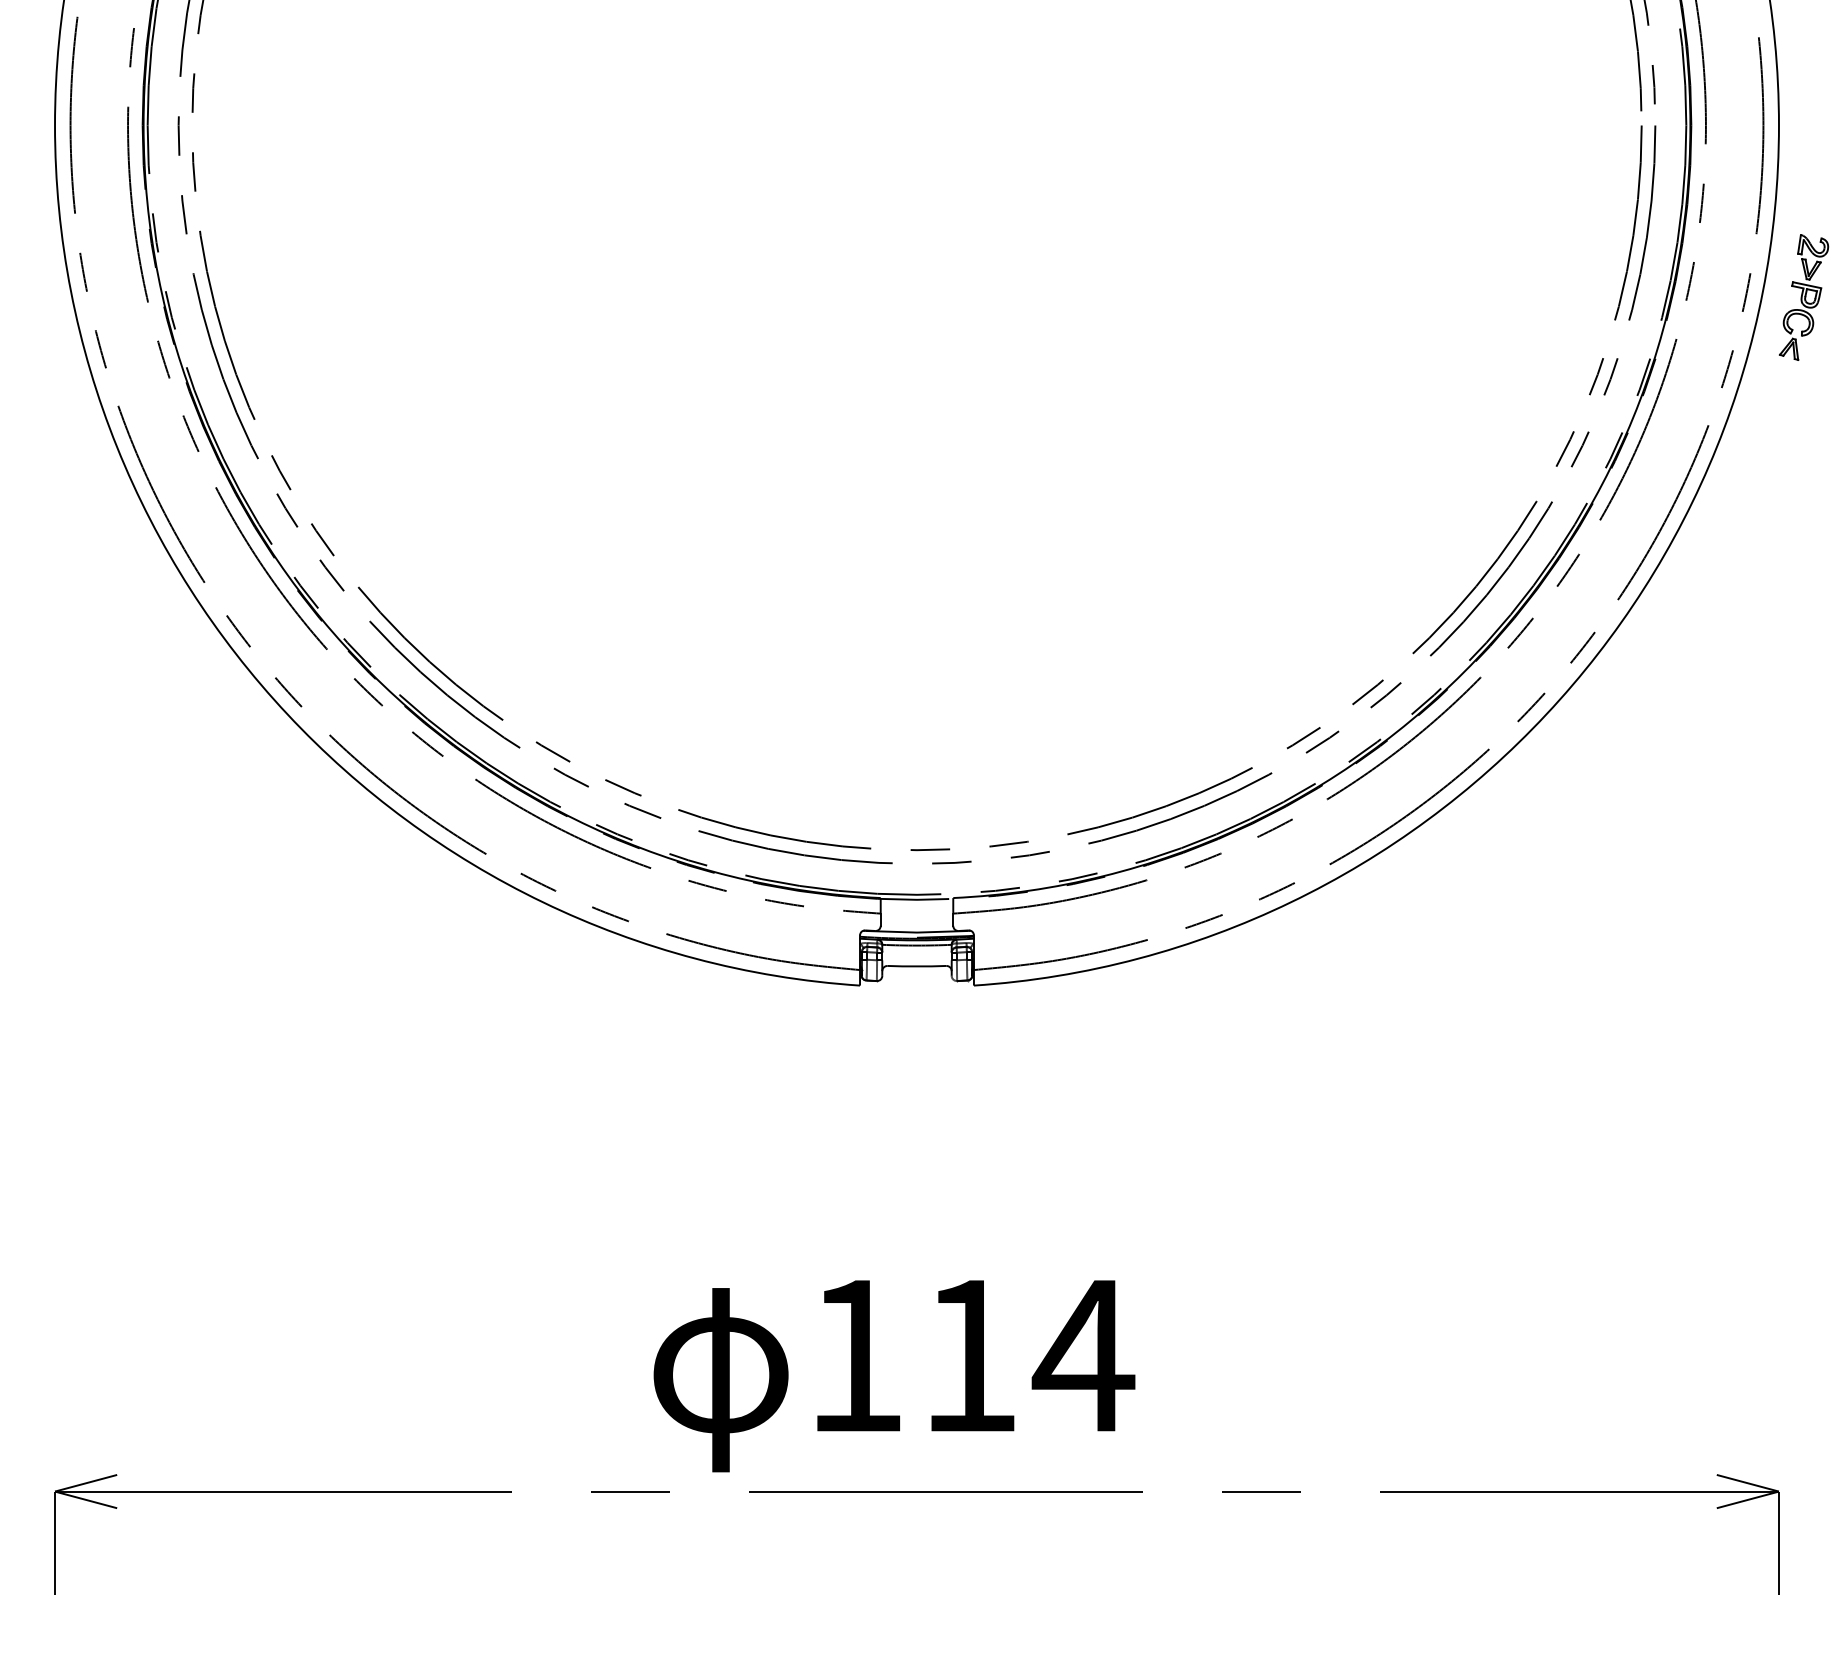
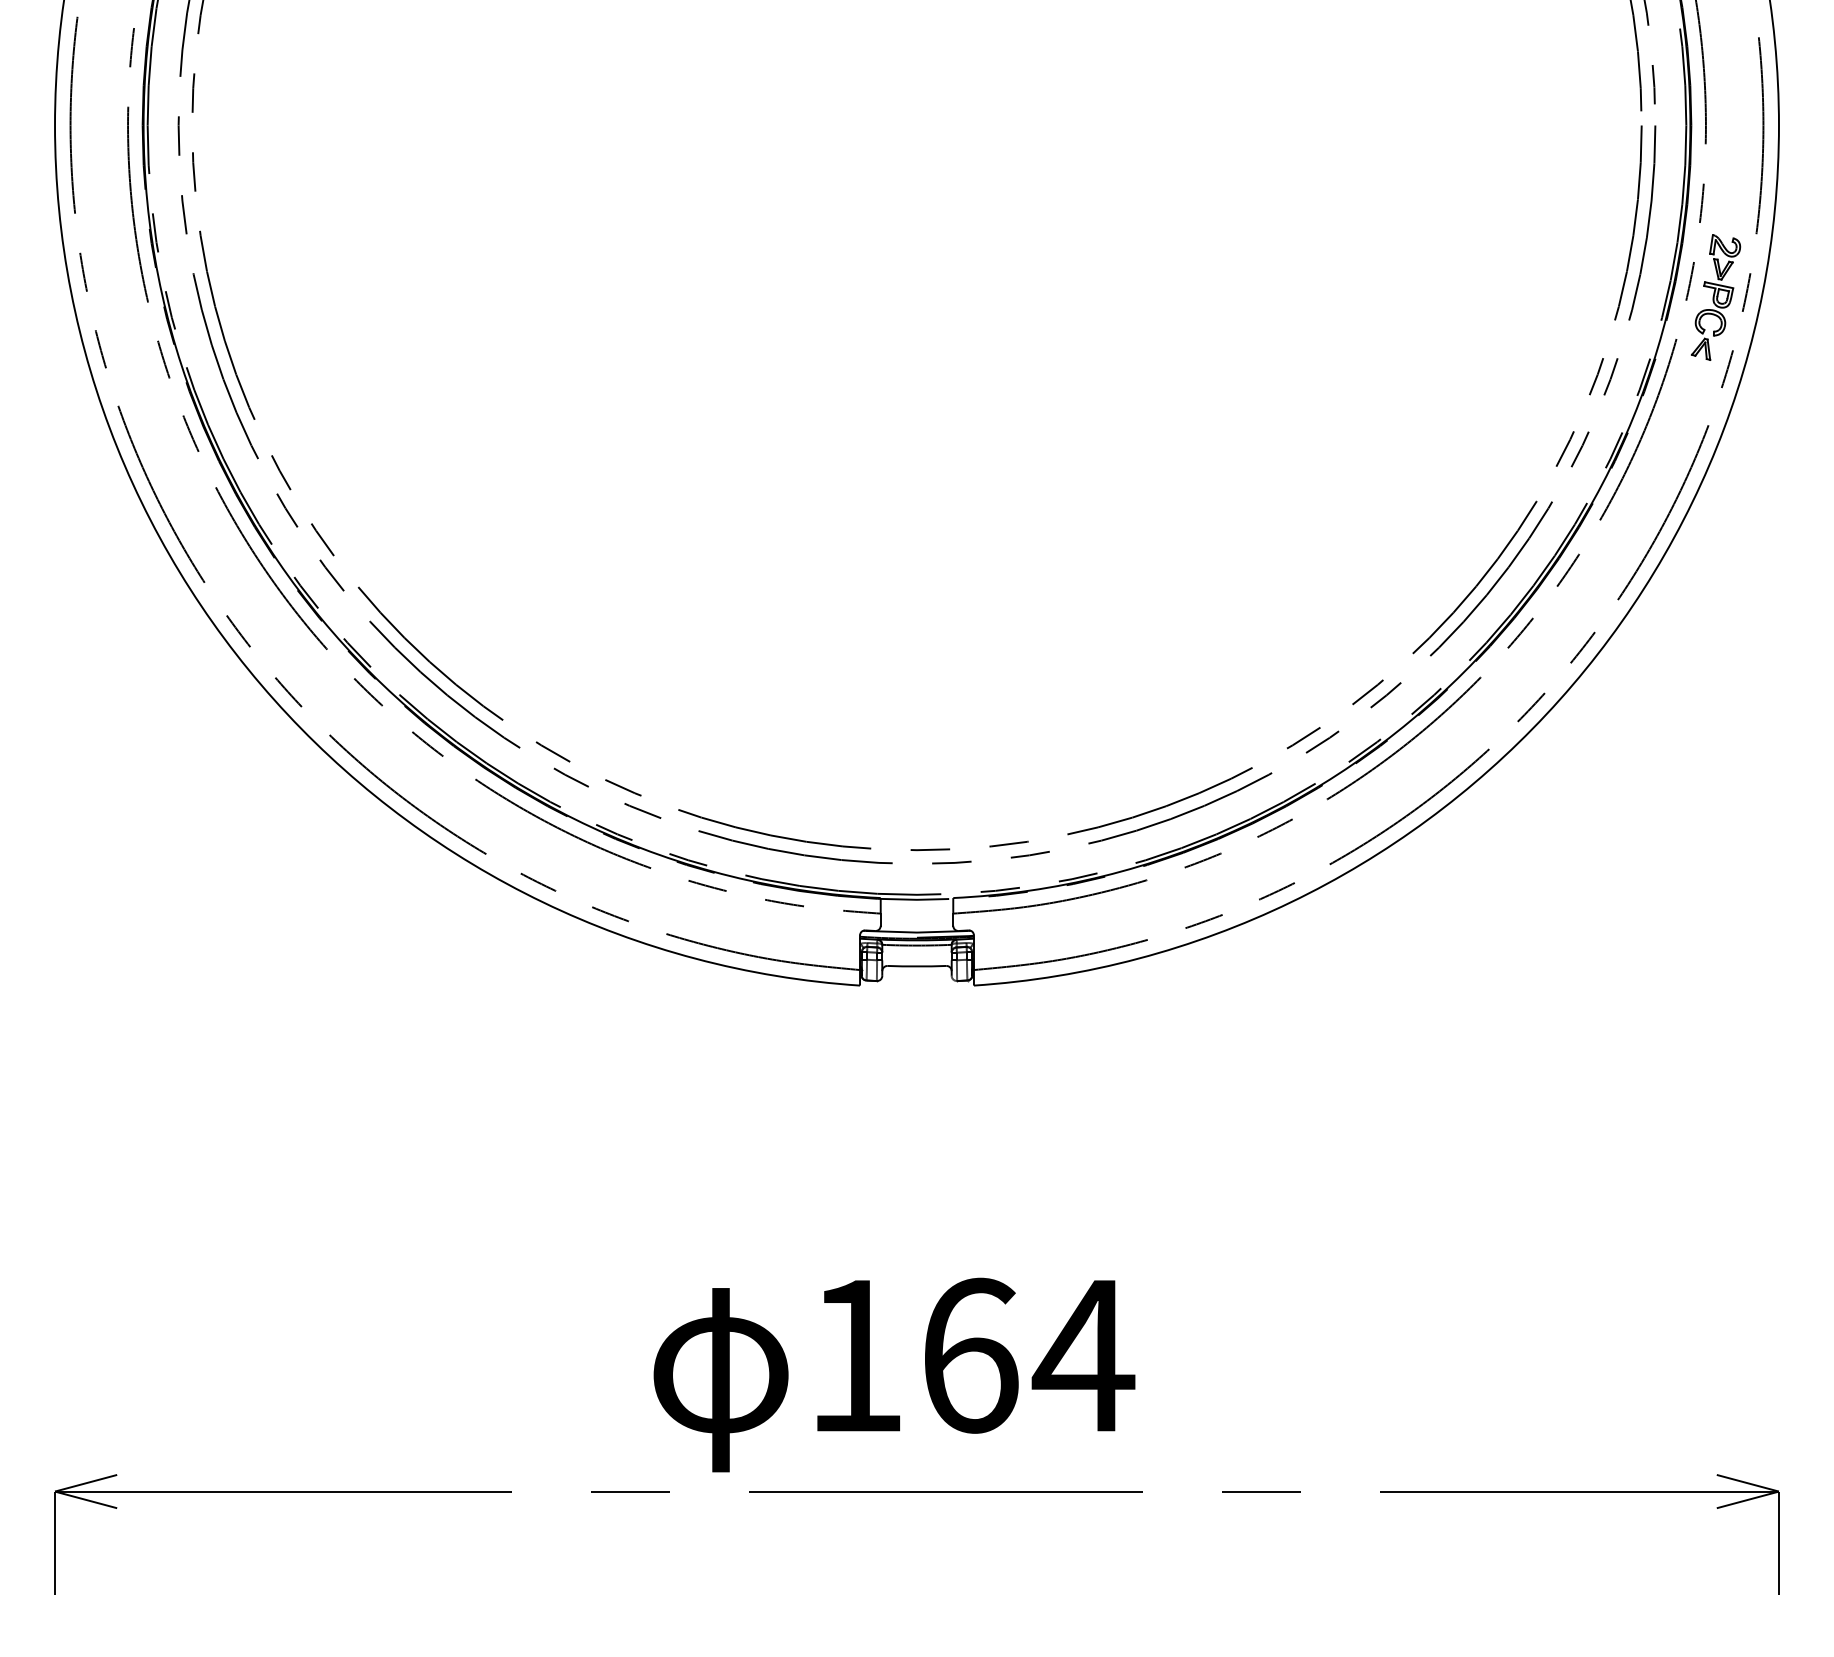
part at (1804, 297) position: (1804, 297) -> (1716, 297)
text at (971, 1355): 114 -> 164
